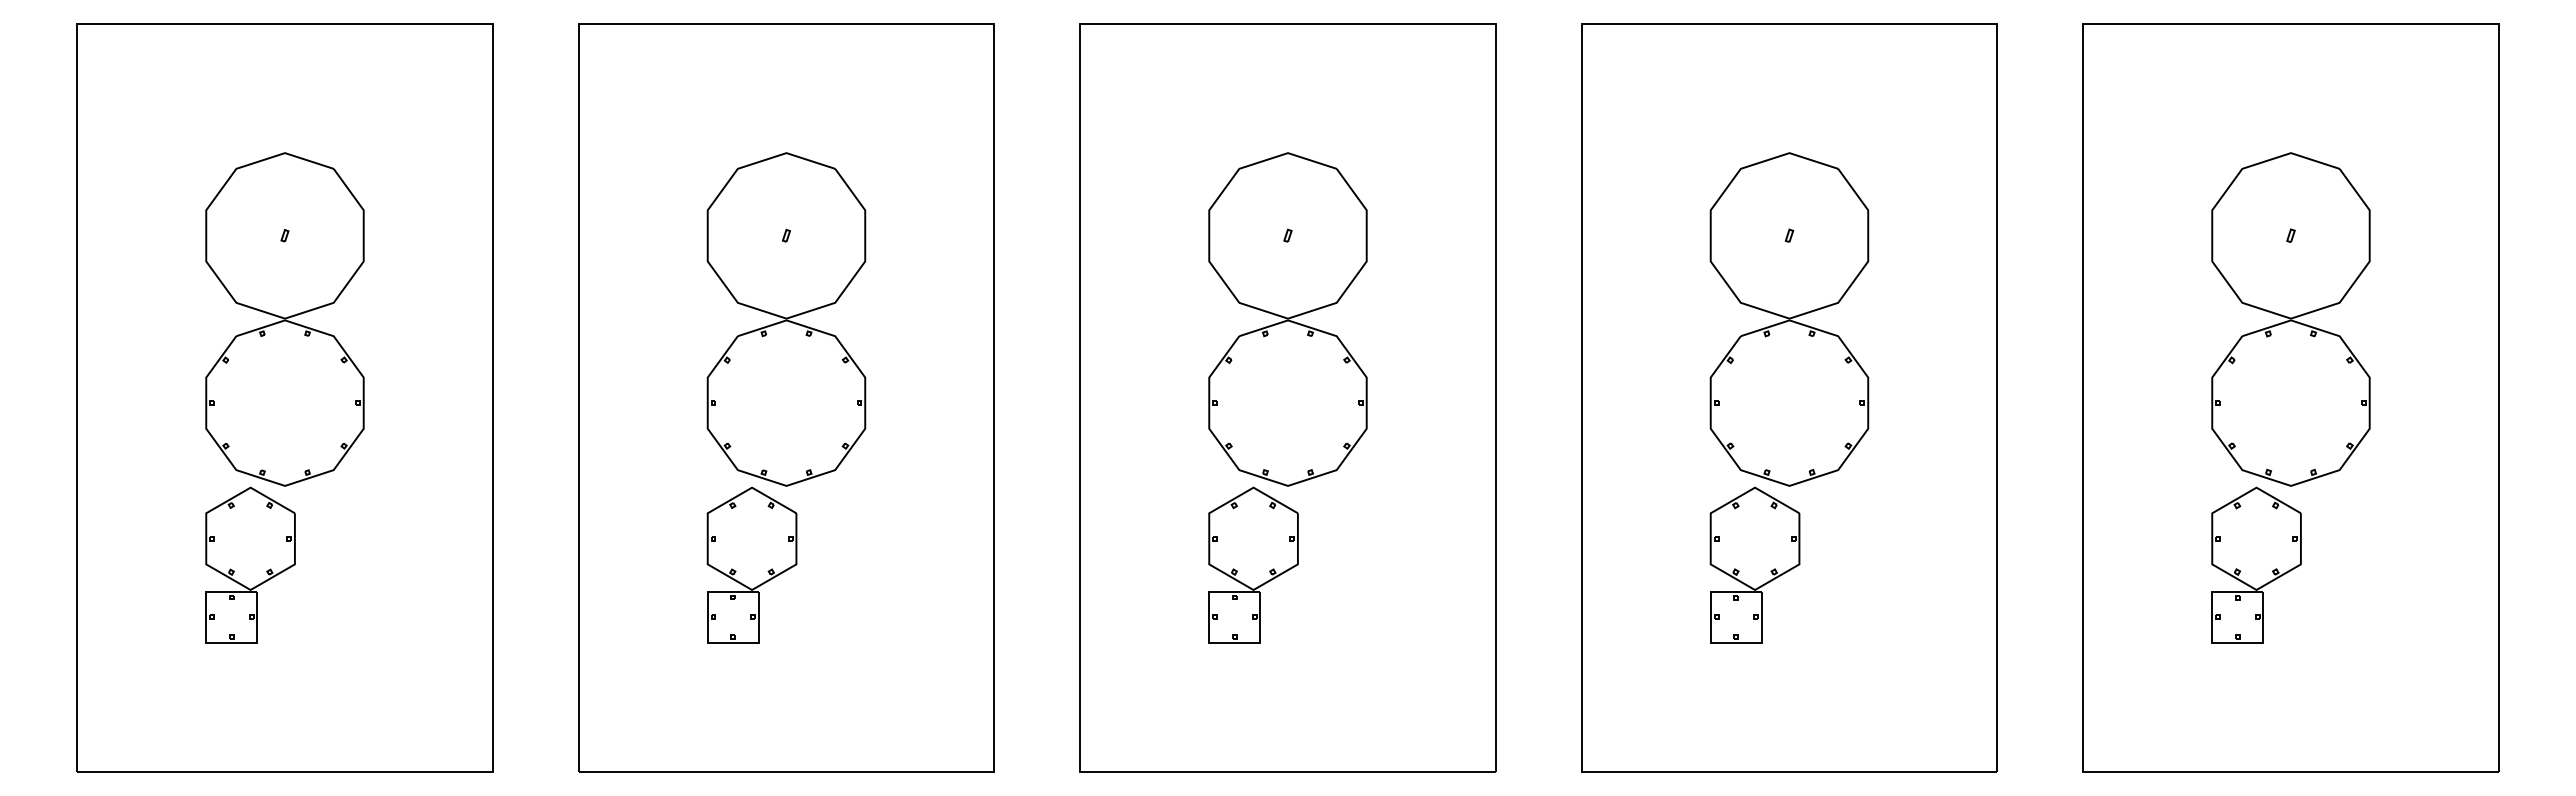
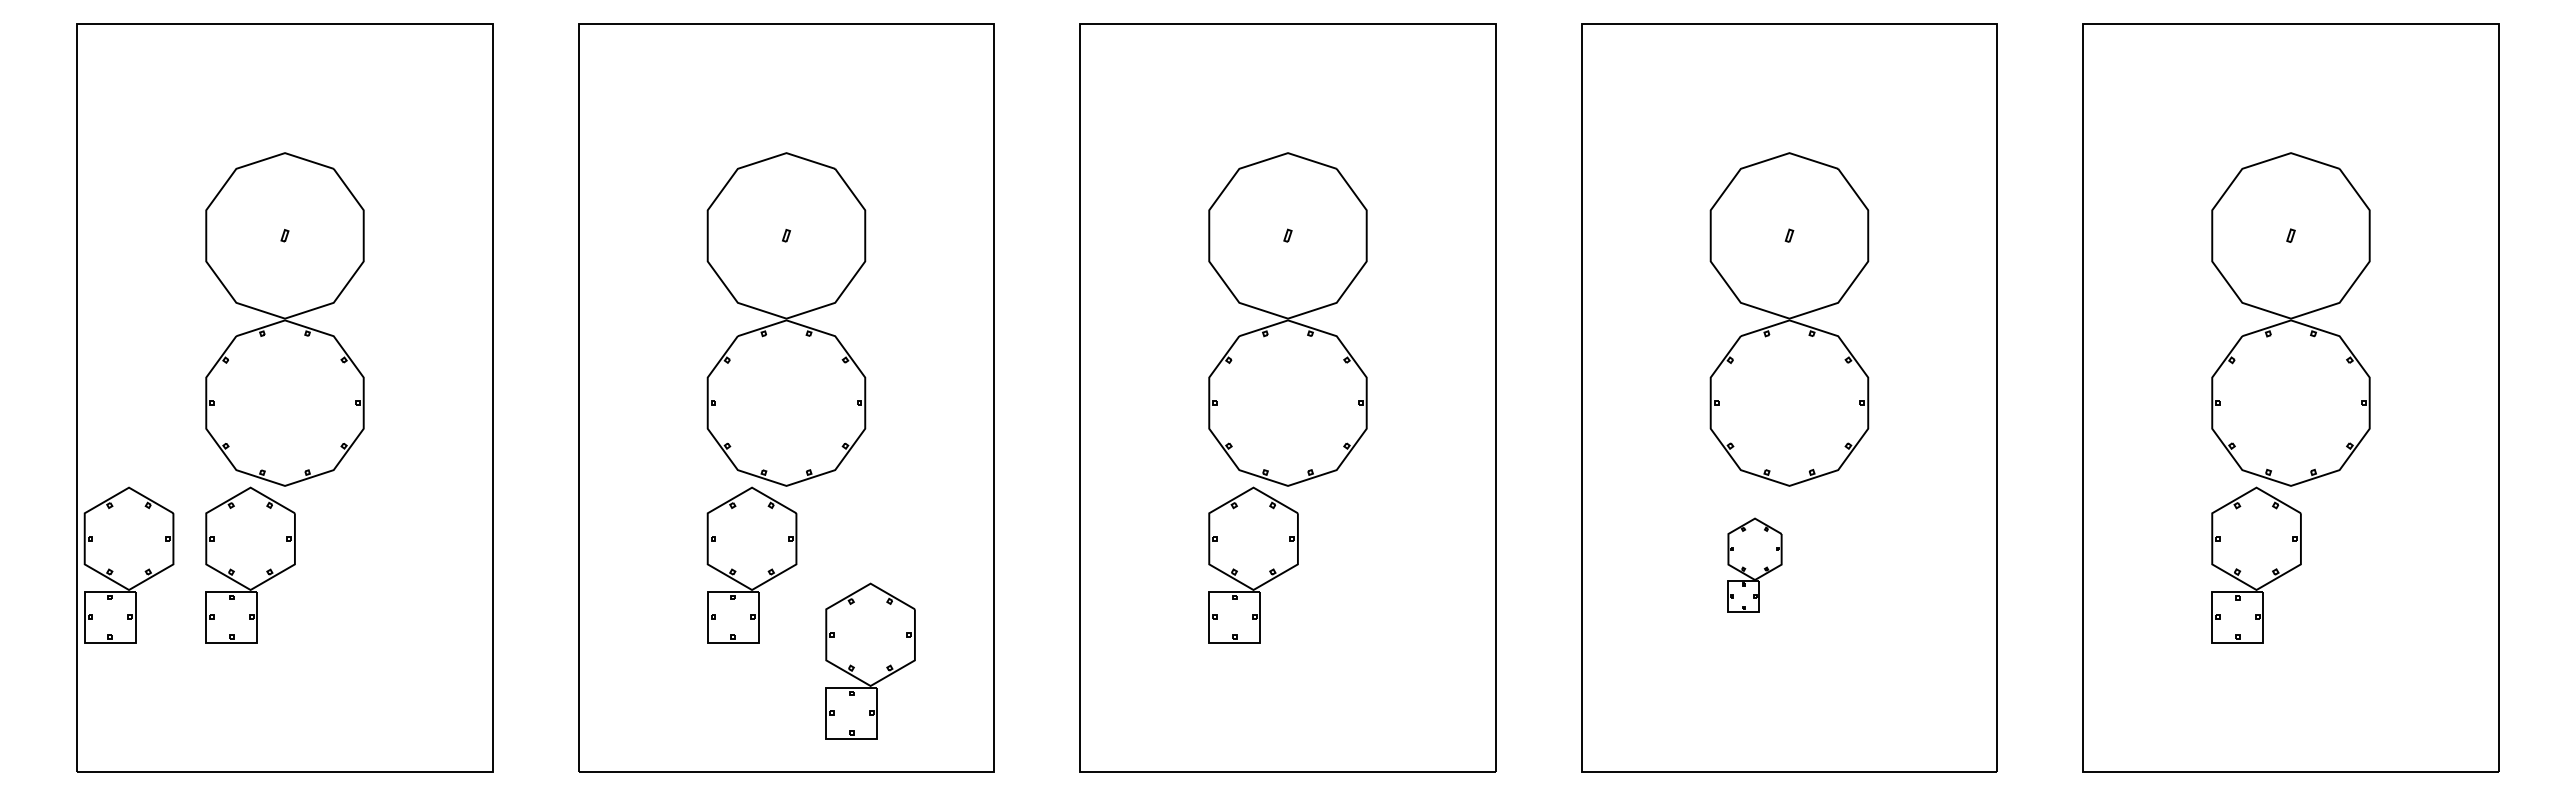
part at (128, 564): none -> present
part at (1754, 564) size: 92x158 px -> 56x96 px
part at (870, 660): none -> present
